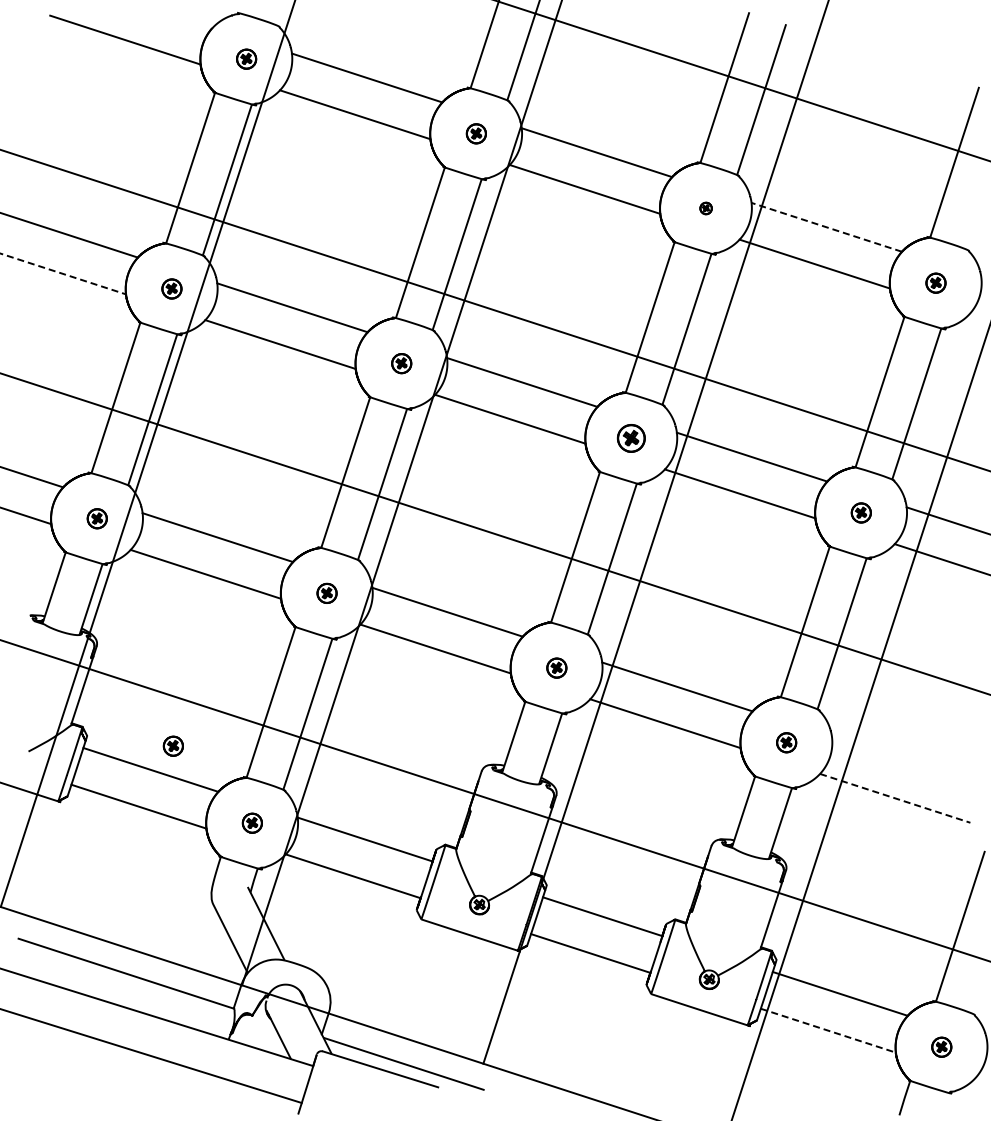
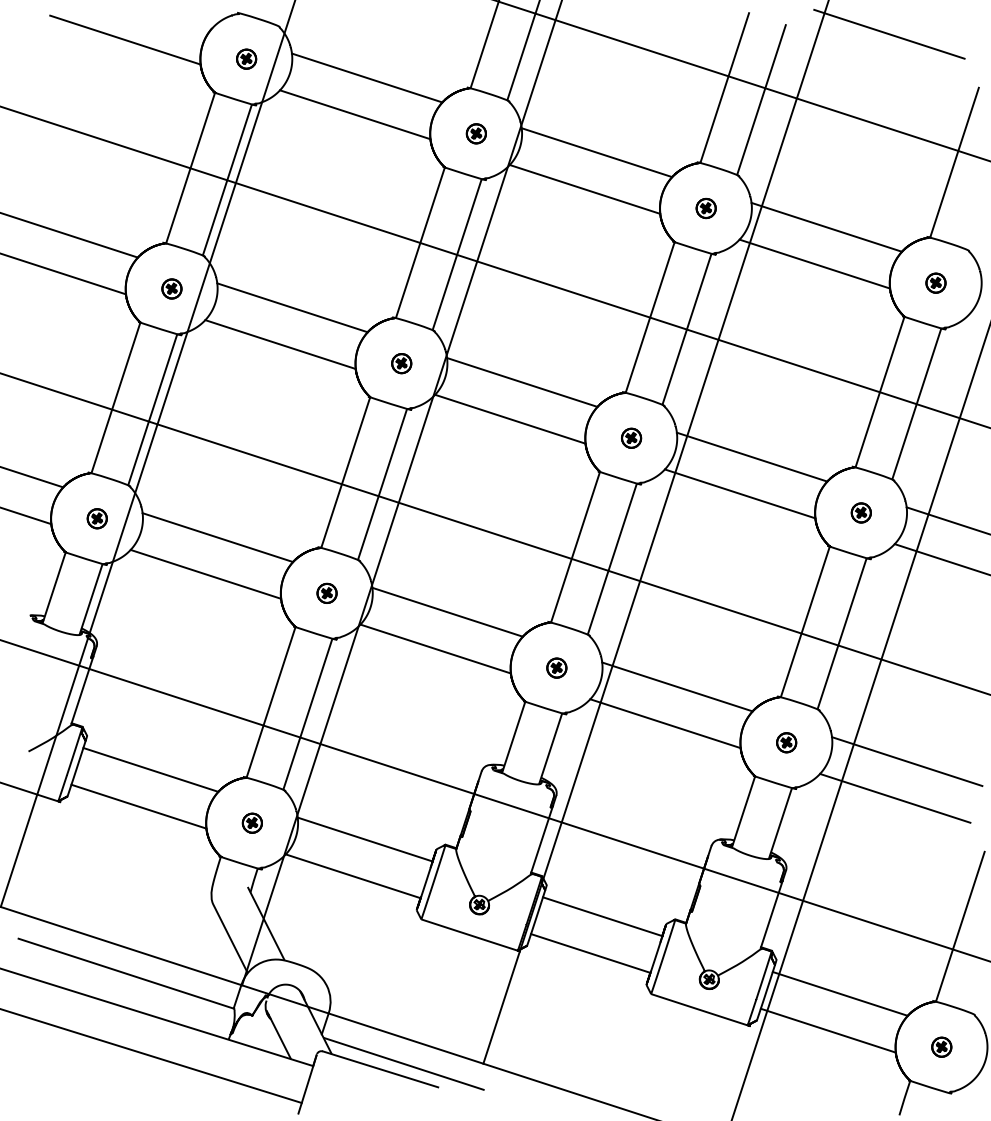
line at (889, 33): none -> present
part at (705, 208) size: 14x15 px -> 22x23 px
line at (826, 227): dashed -> solid
line at (63, 274): dashed -> solid
line at (494, 310) position: (494, 310) -> (494, 267)
part at (630, 438) size: 30x29 px -> 22x22 px
part at (172, 745): present -> none
line at (907, 761): none -> present
line at (895, 798): dashed -> solid
line at (828, 1030): dashed -> solid
